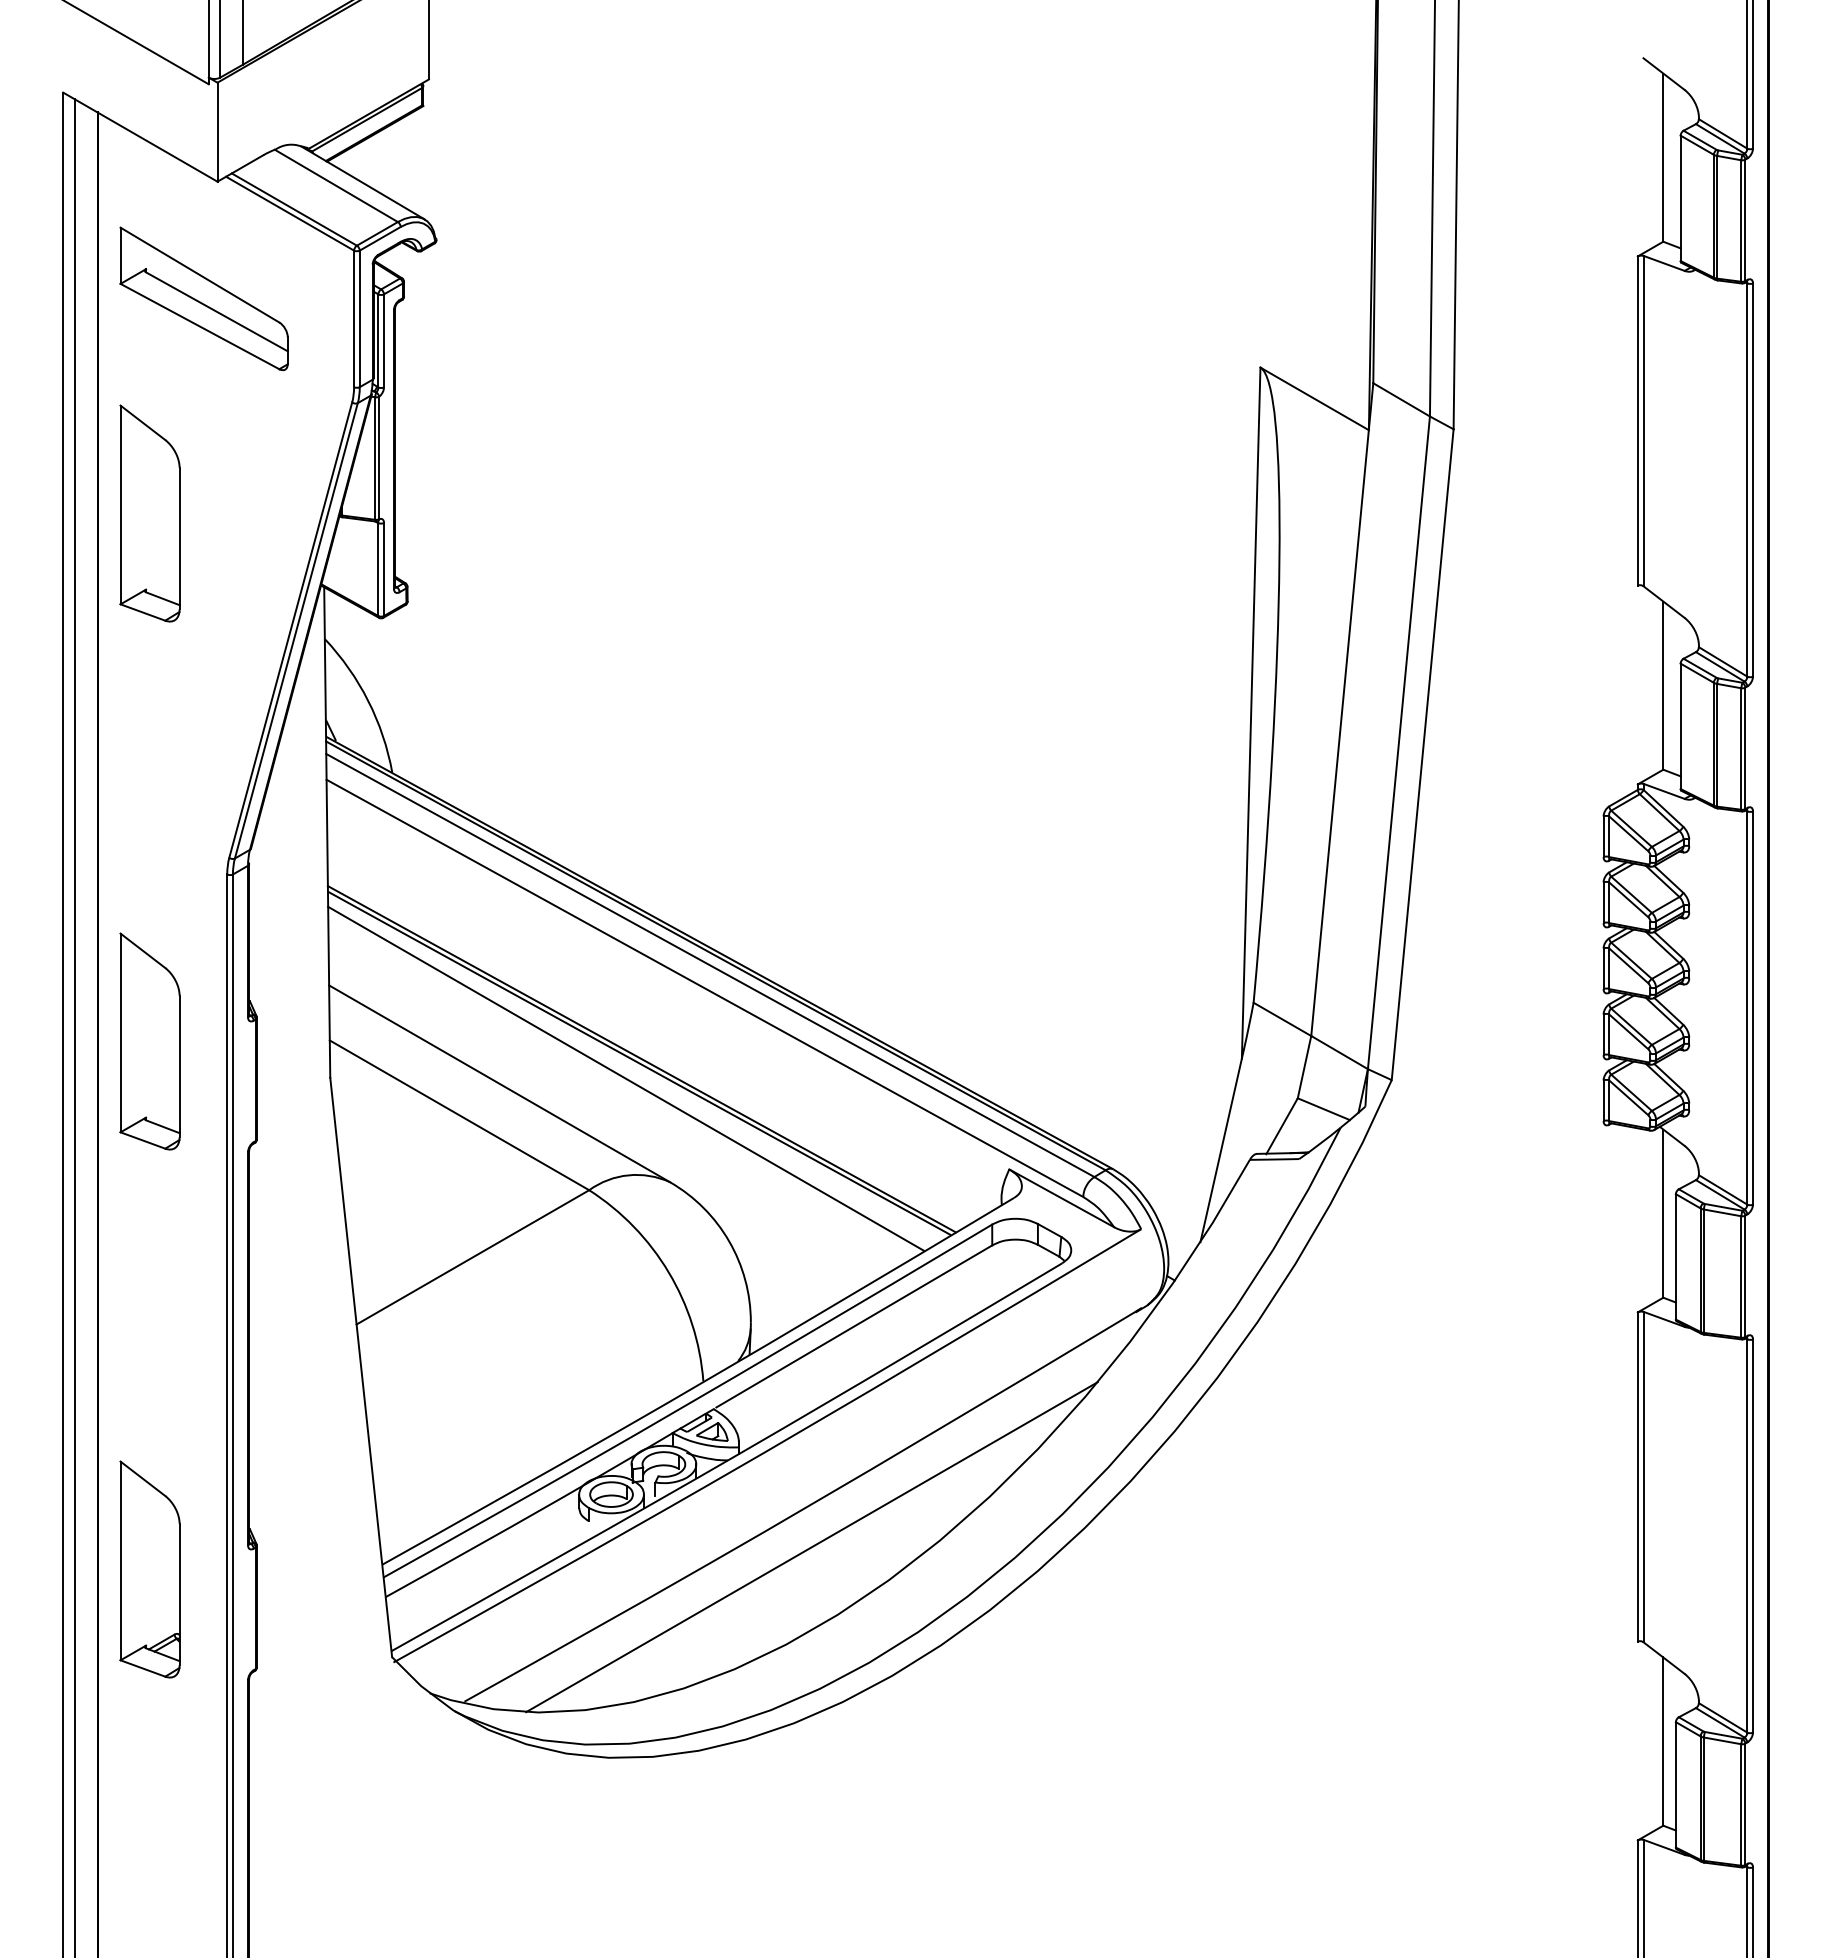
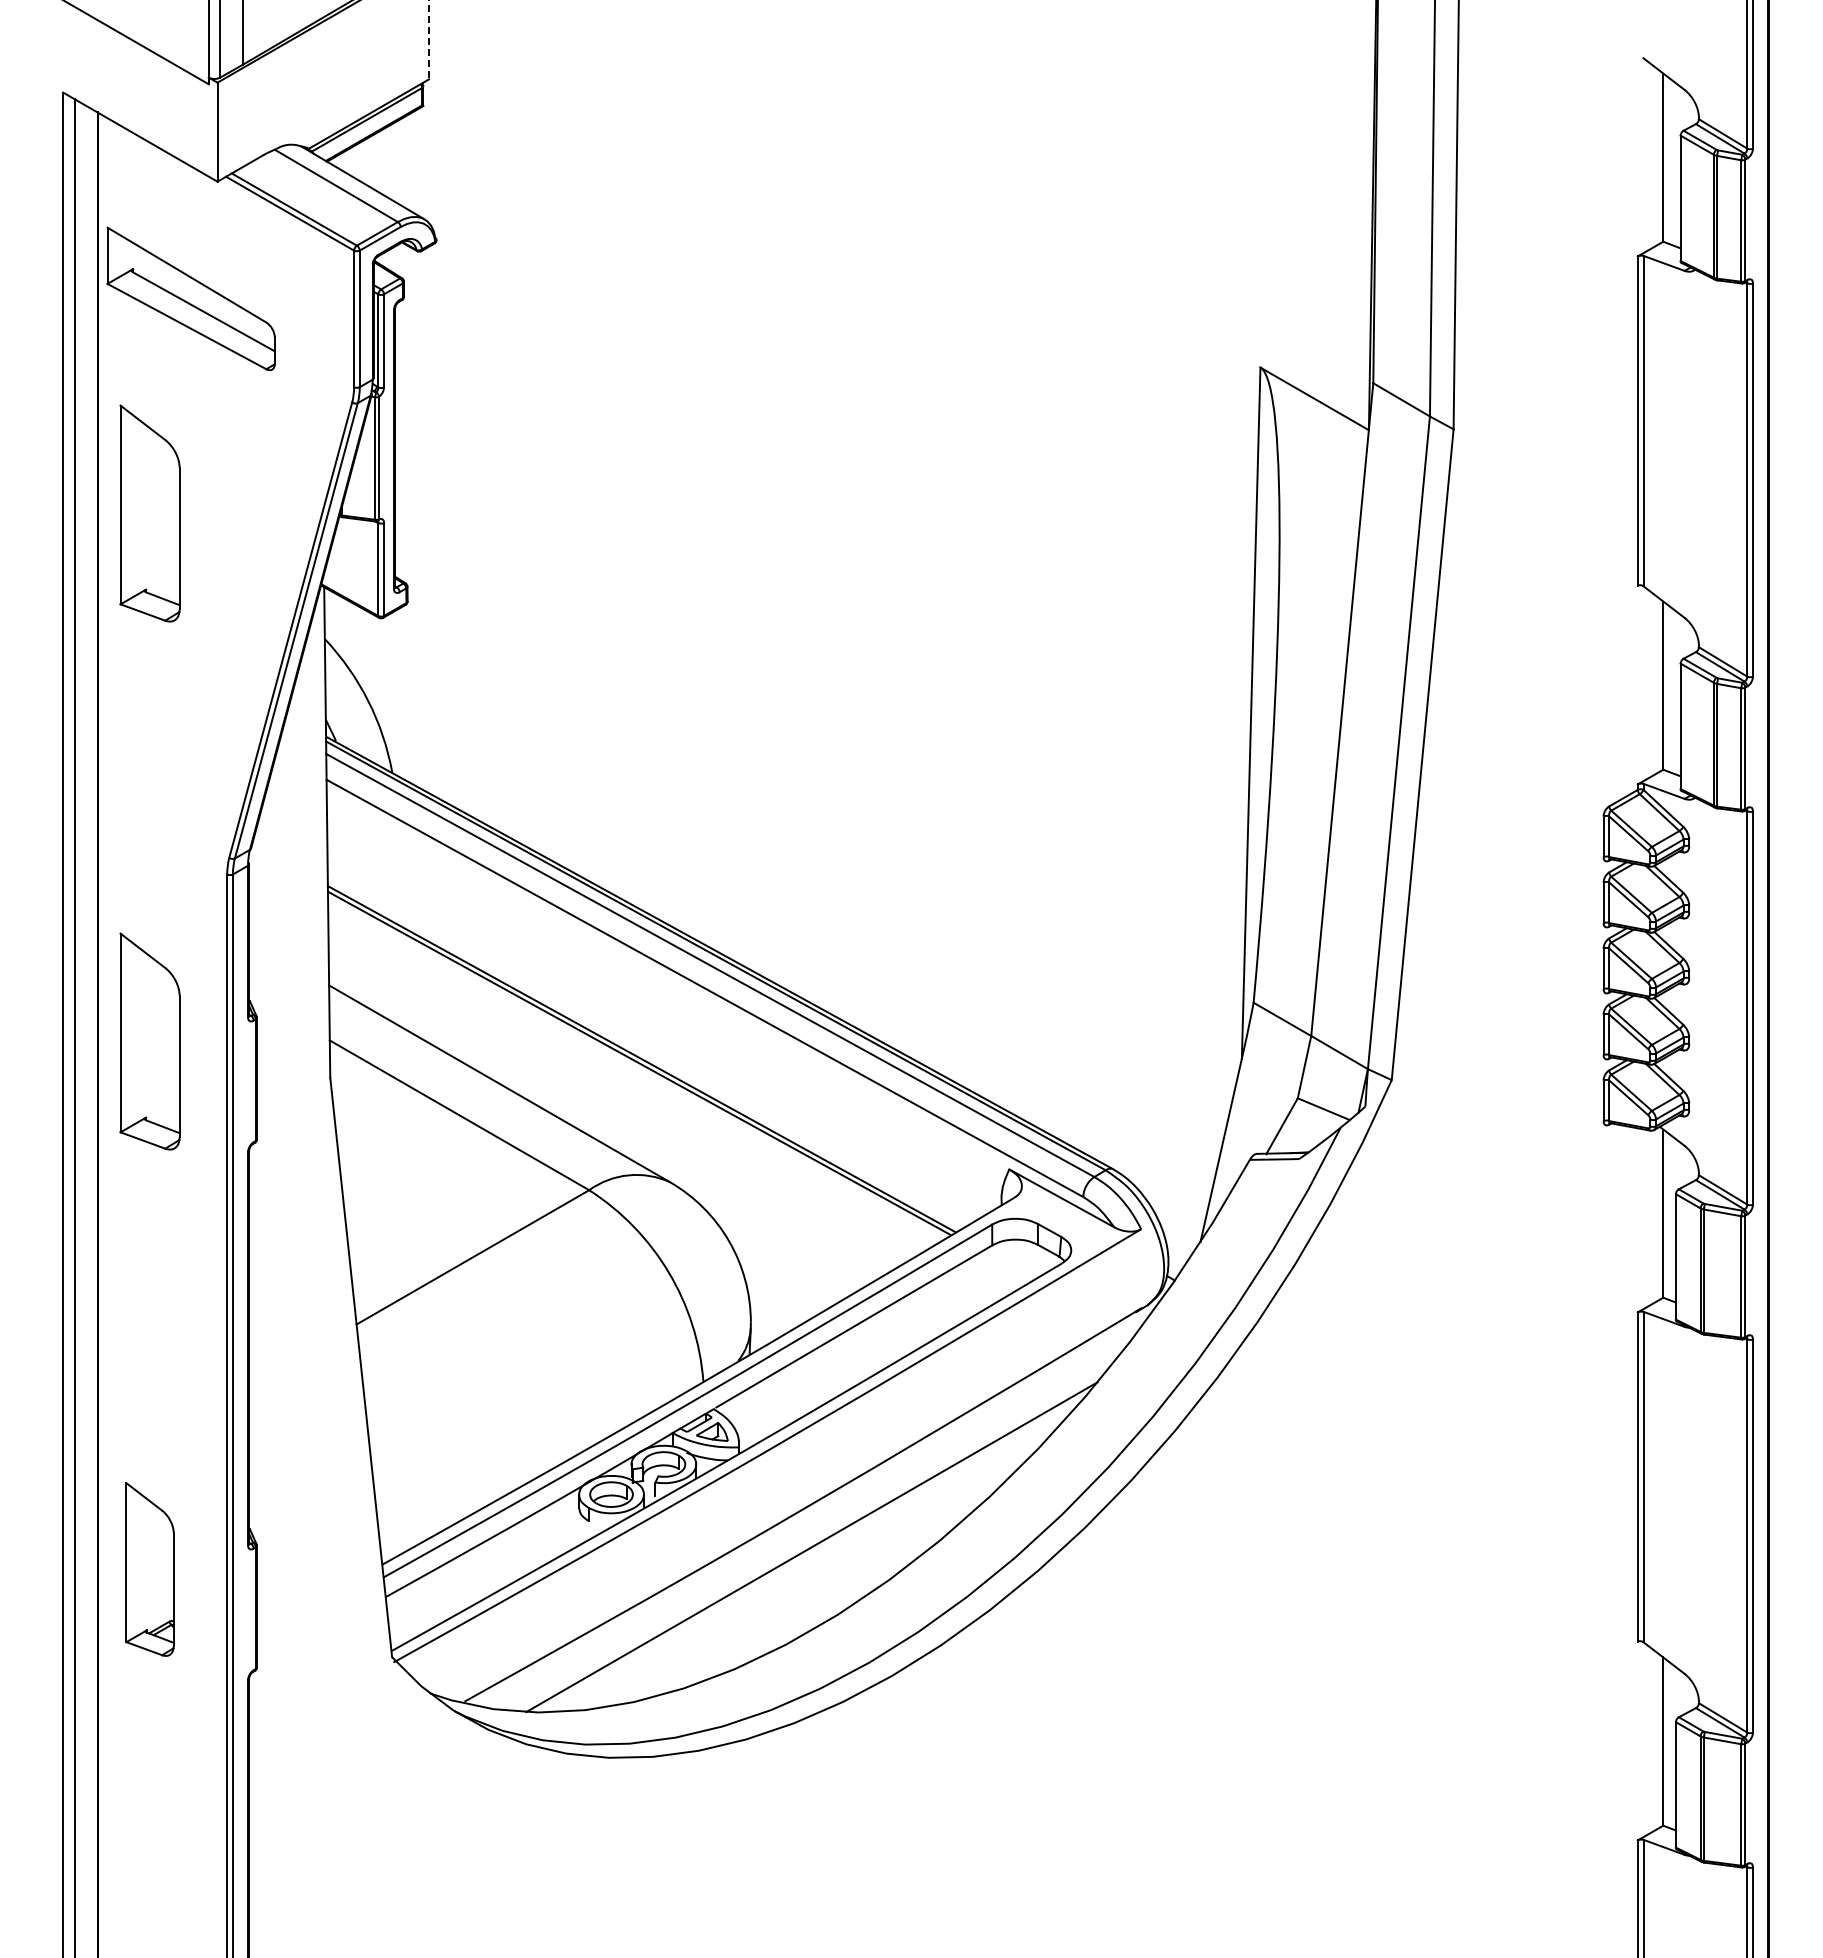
line at (429, 40): solid -> dashed
part at (203, 298) position: (203, 298) -> (190, 298)
line at (626, 1078): present -> none
part at (149, 1569) size: 62x219 px -> 50x175 px
